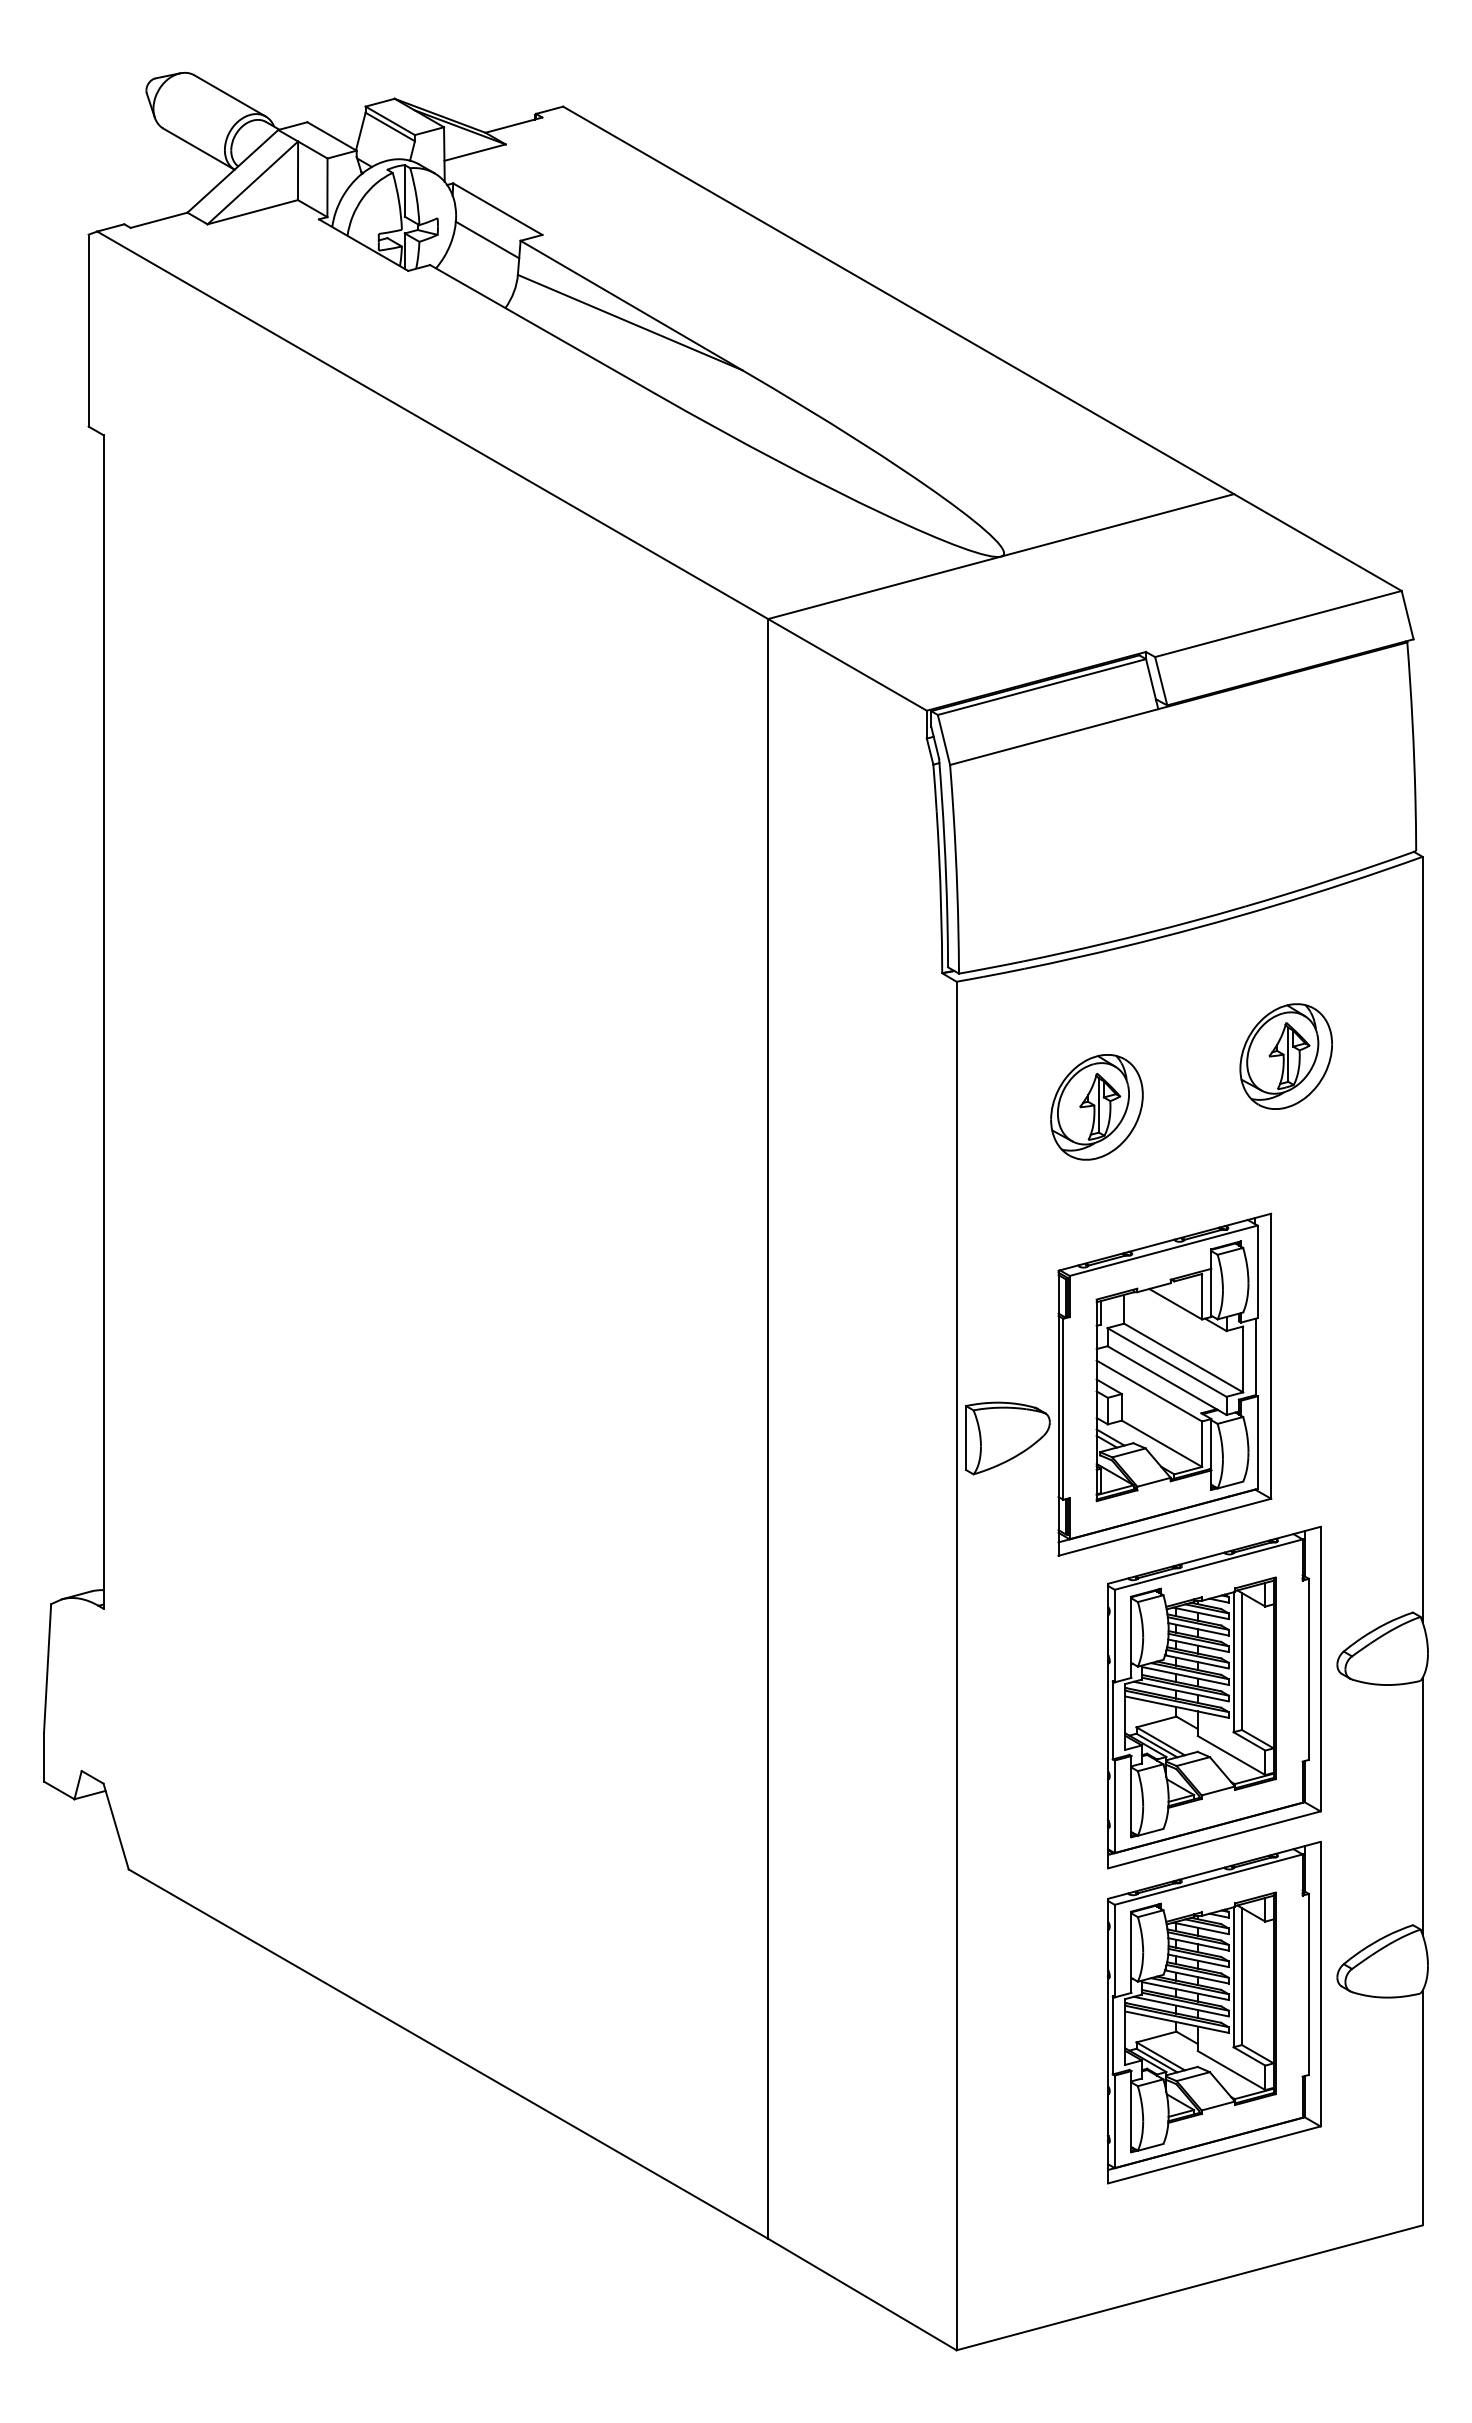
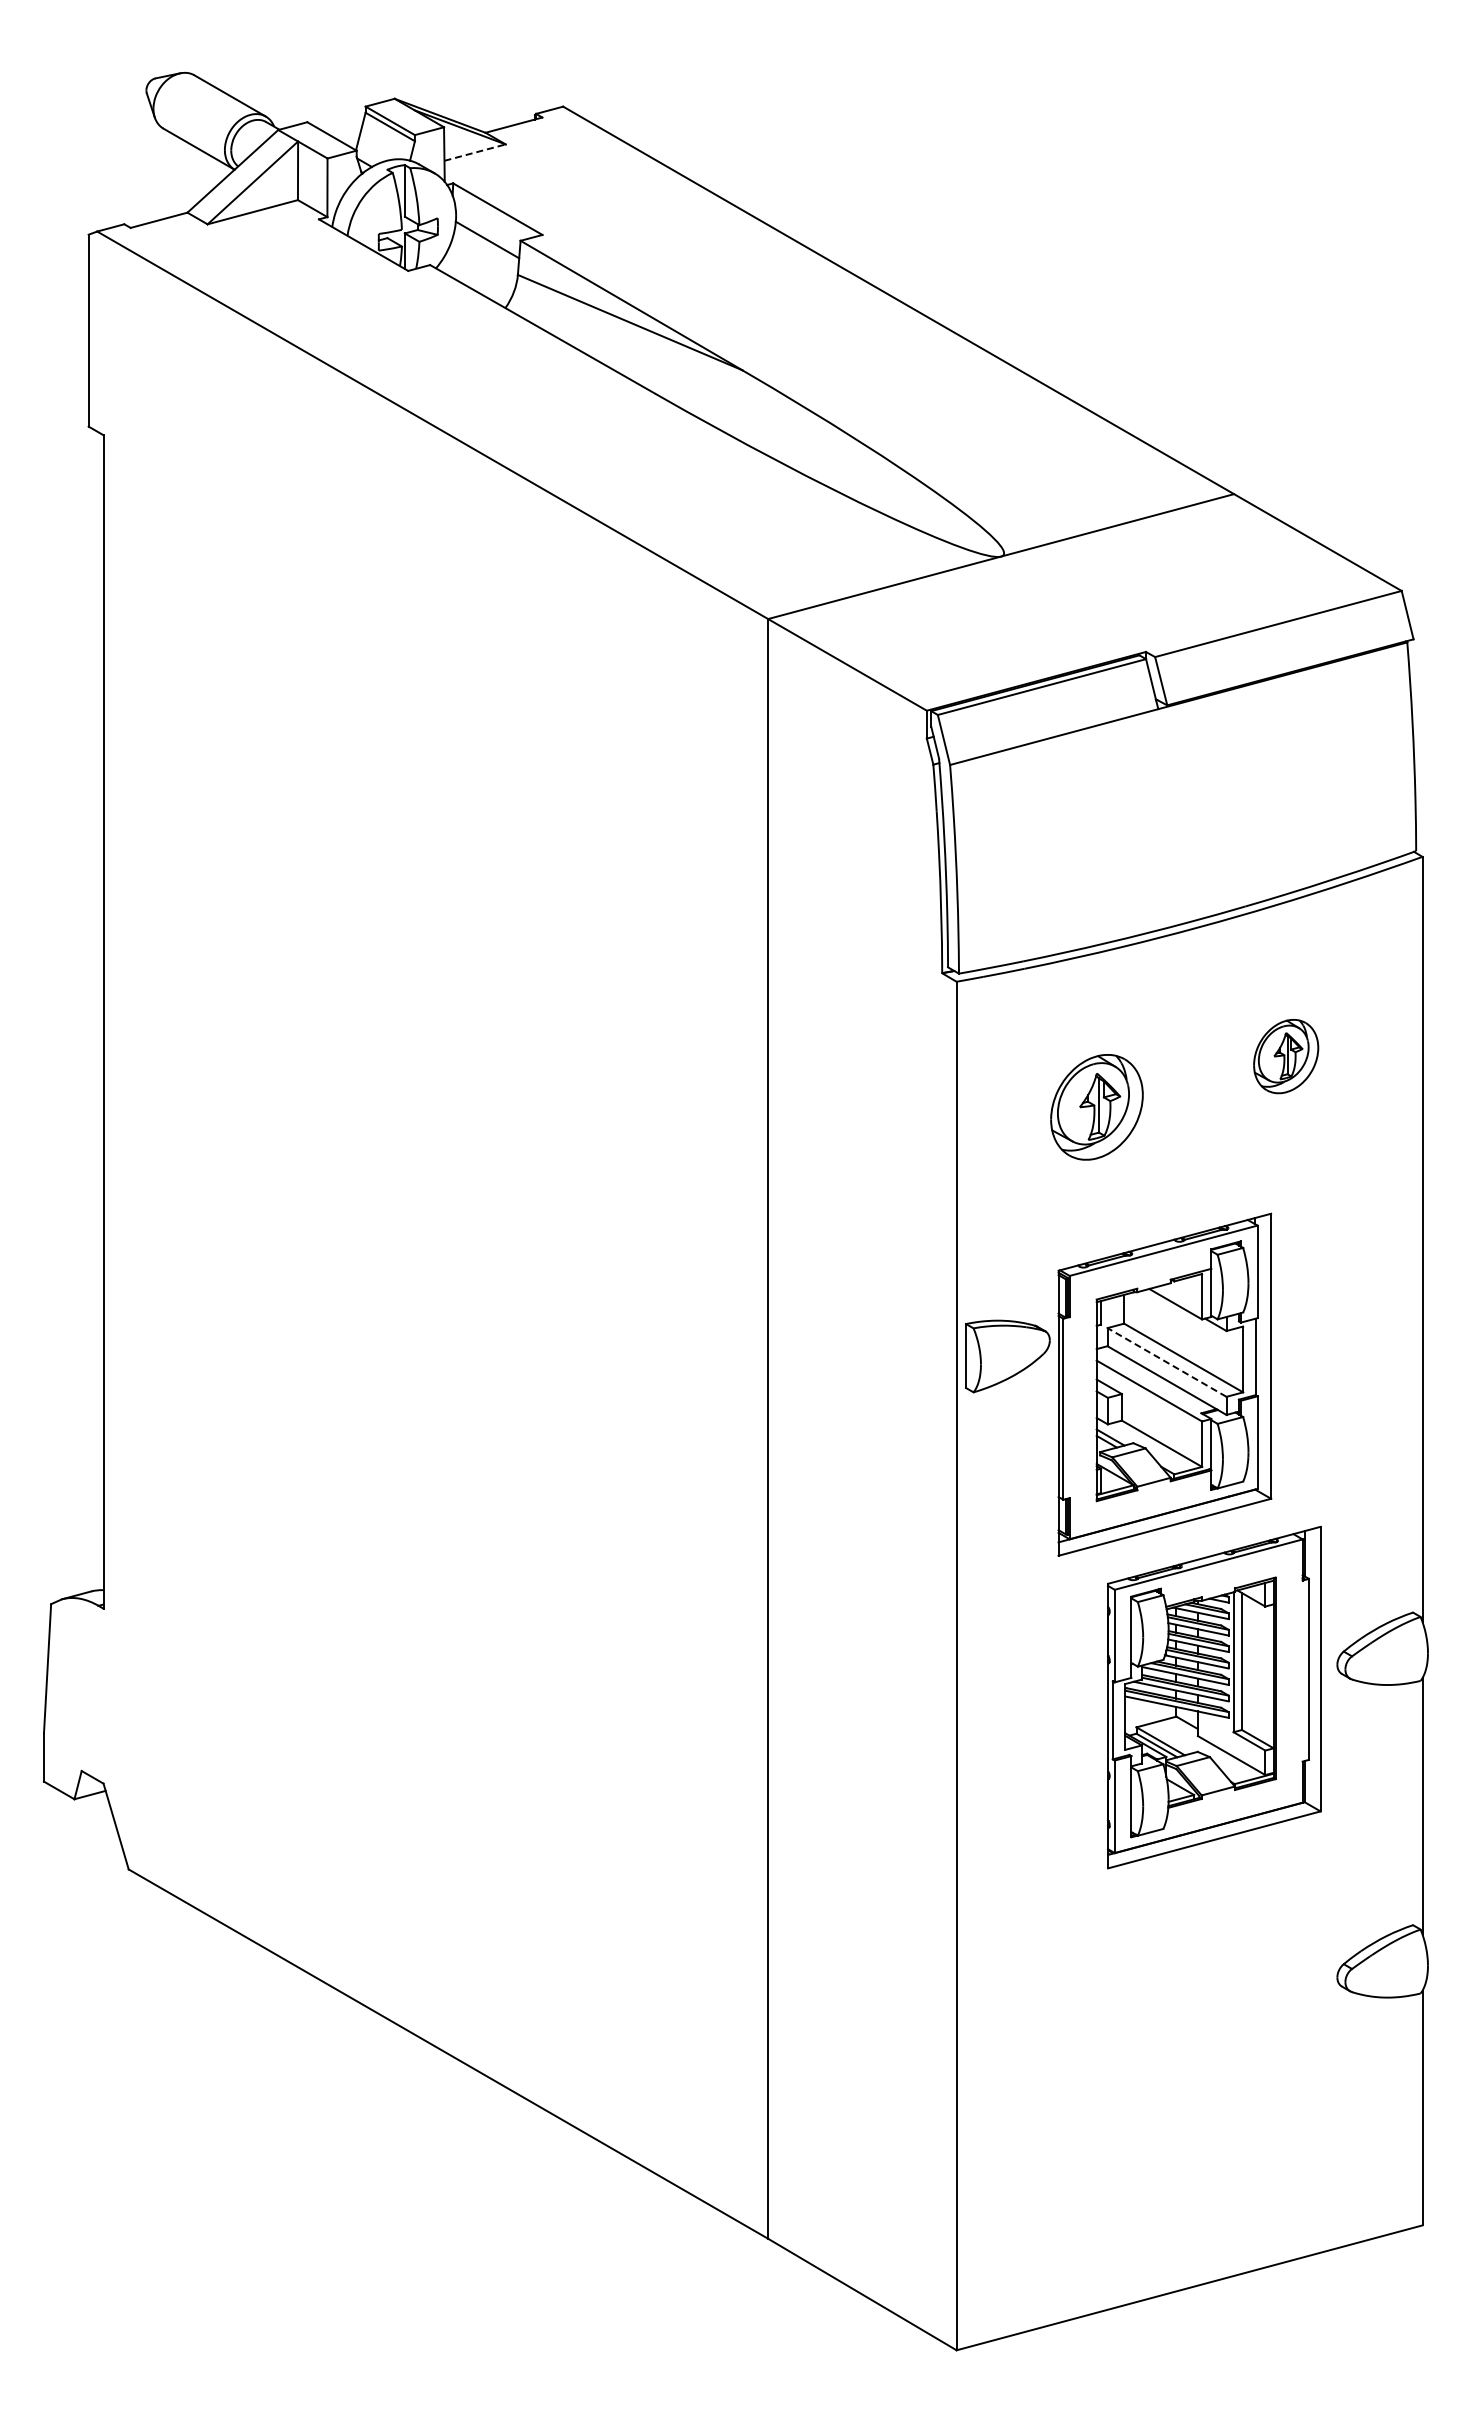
line at (475, 152): solid -> dashed
part at (1285, 1056) size: 94x107 px -> 67x76 px
line at (1167, 1362): solid -> dashed
part at (1007, 1438) position: (1007, 1438) -> (1007, 1356)
part at (1214, 2012): present -> none
